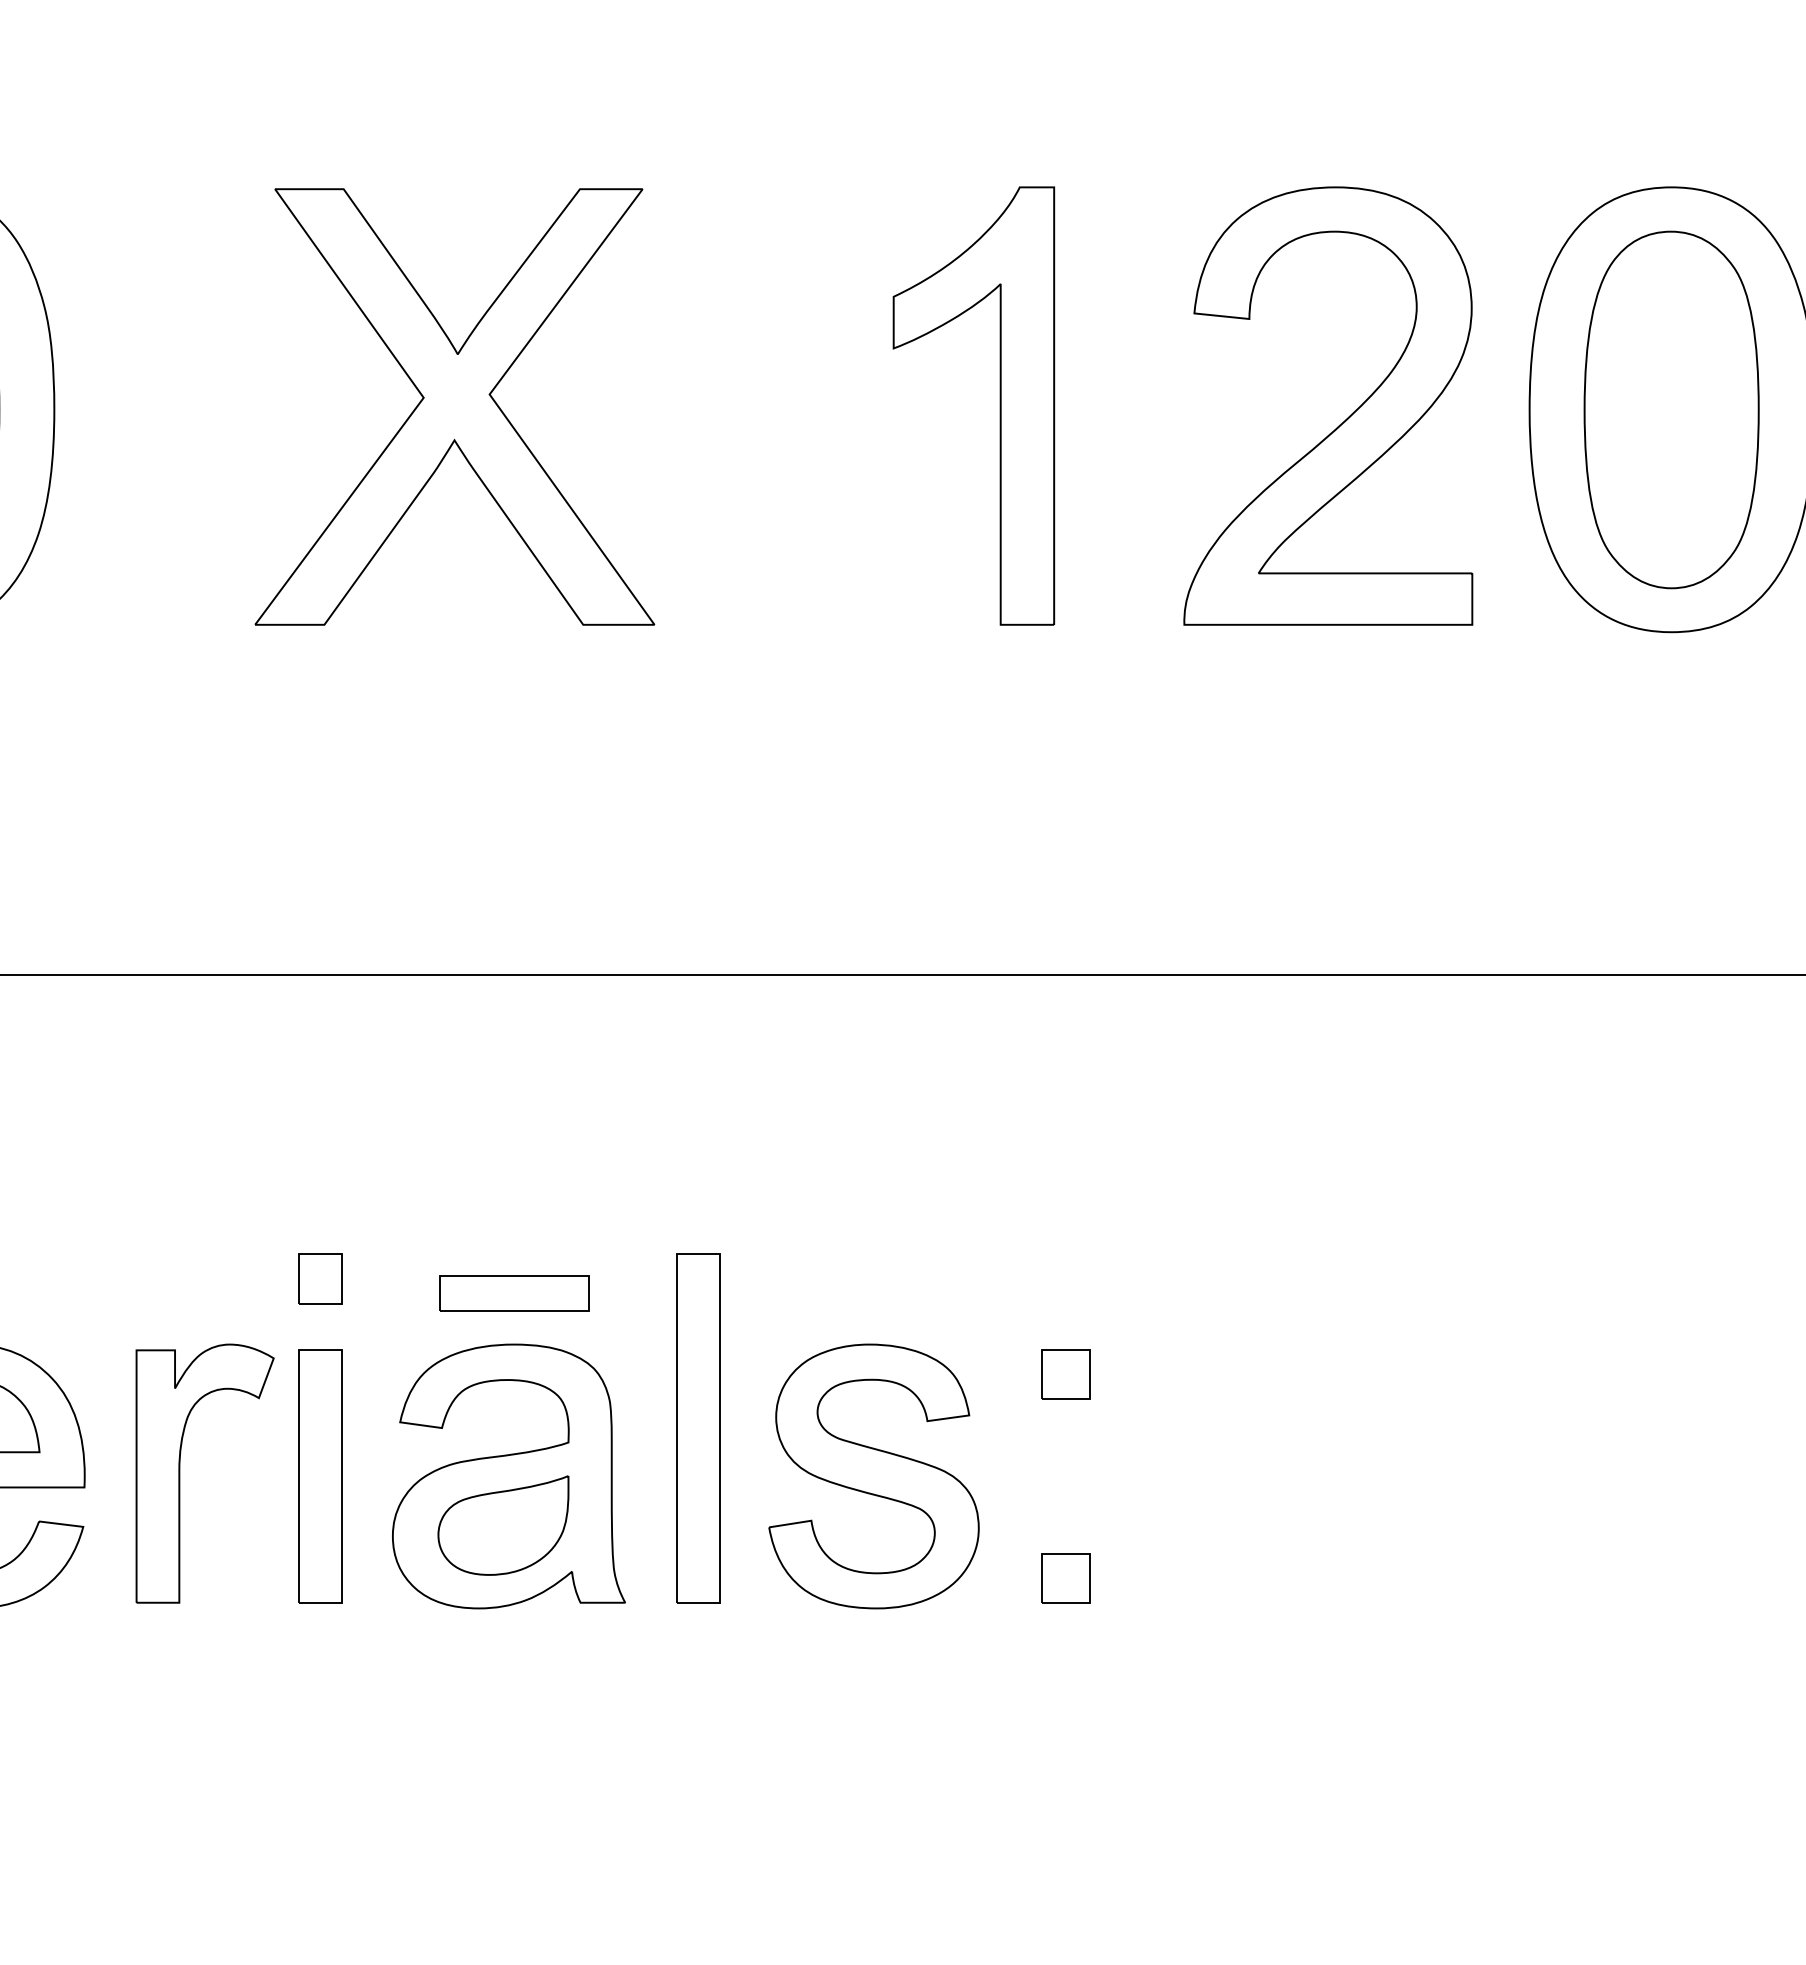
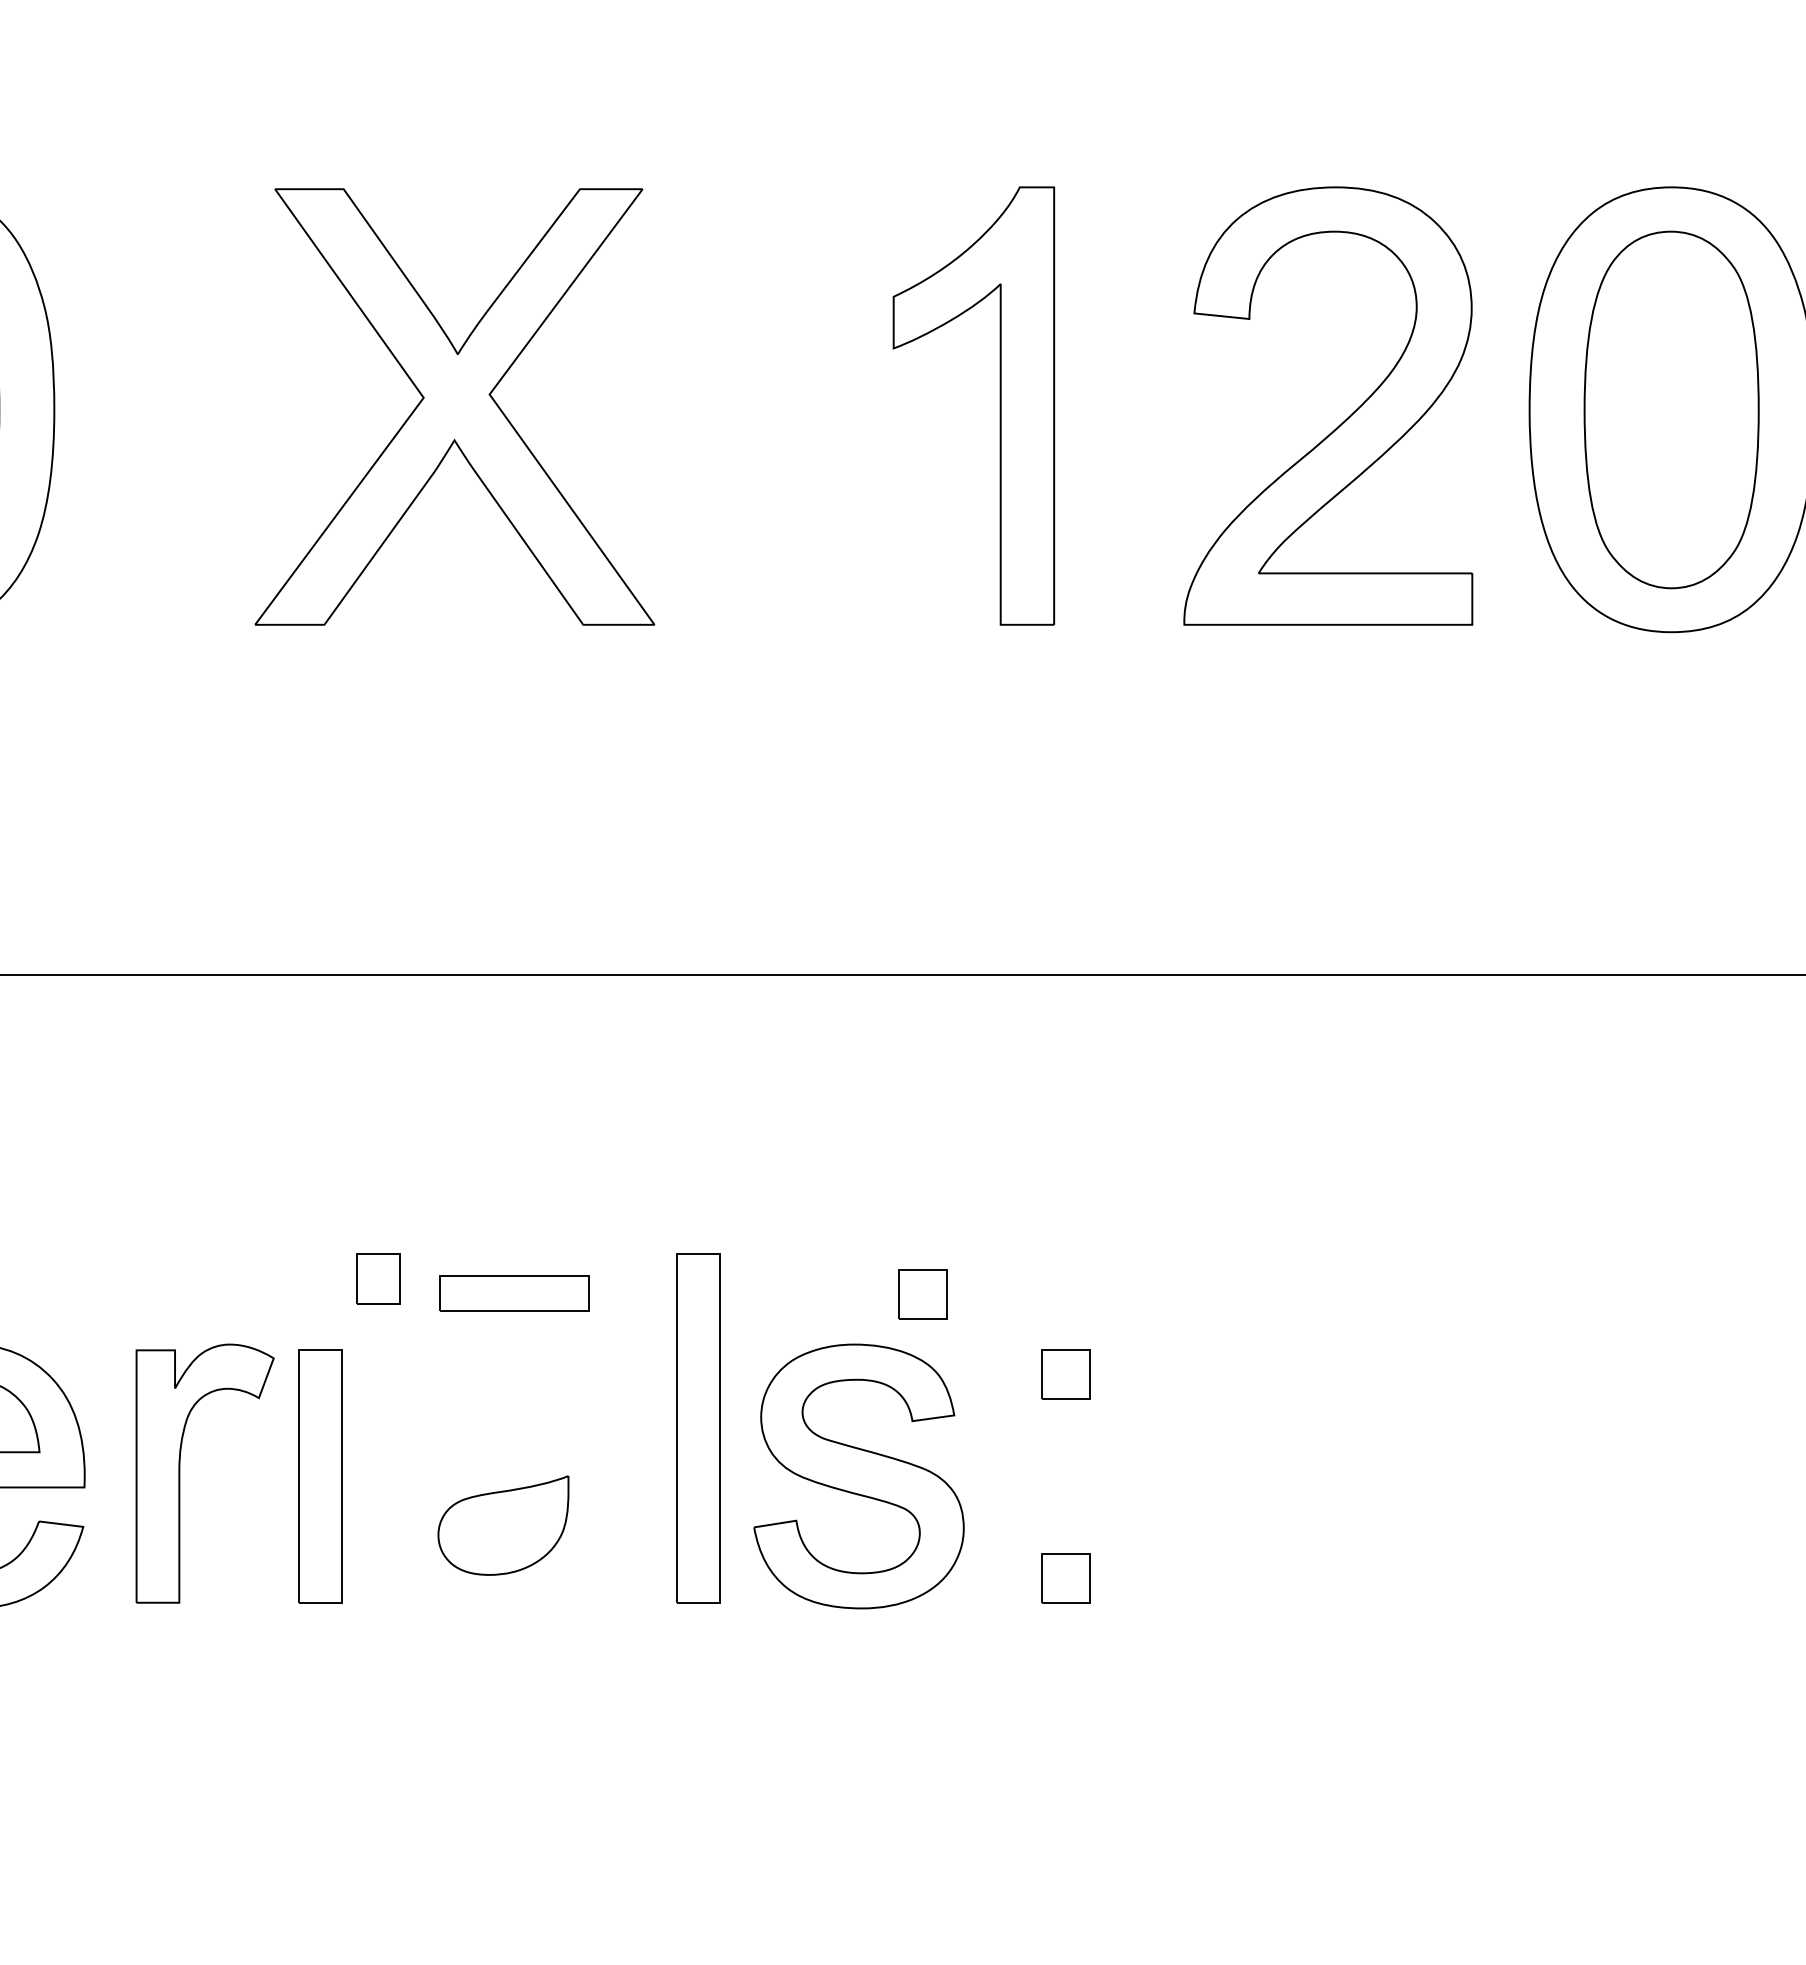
part at (320, 1278) position: (320, 1278) -> (378, 1278)
part at (922, 1294): none -> present
part at (508, 1476): present -> none
part at (873, 1476) position: (873, 1476) -> (858, 1476)
